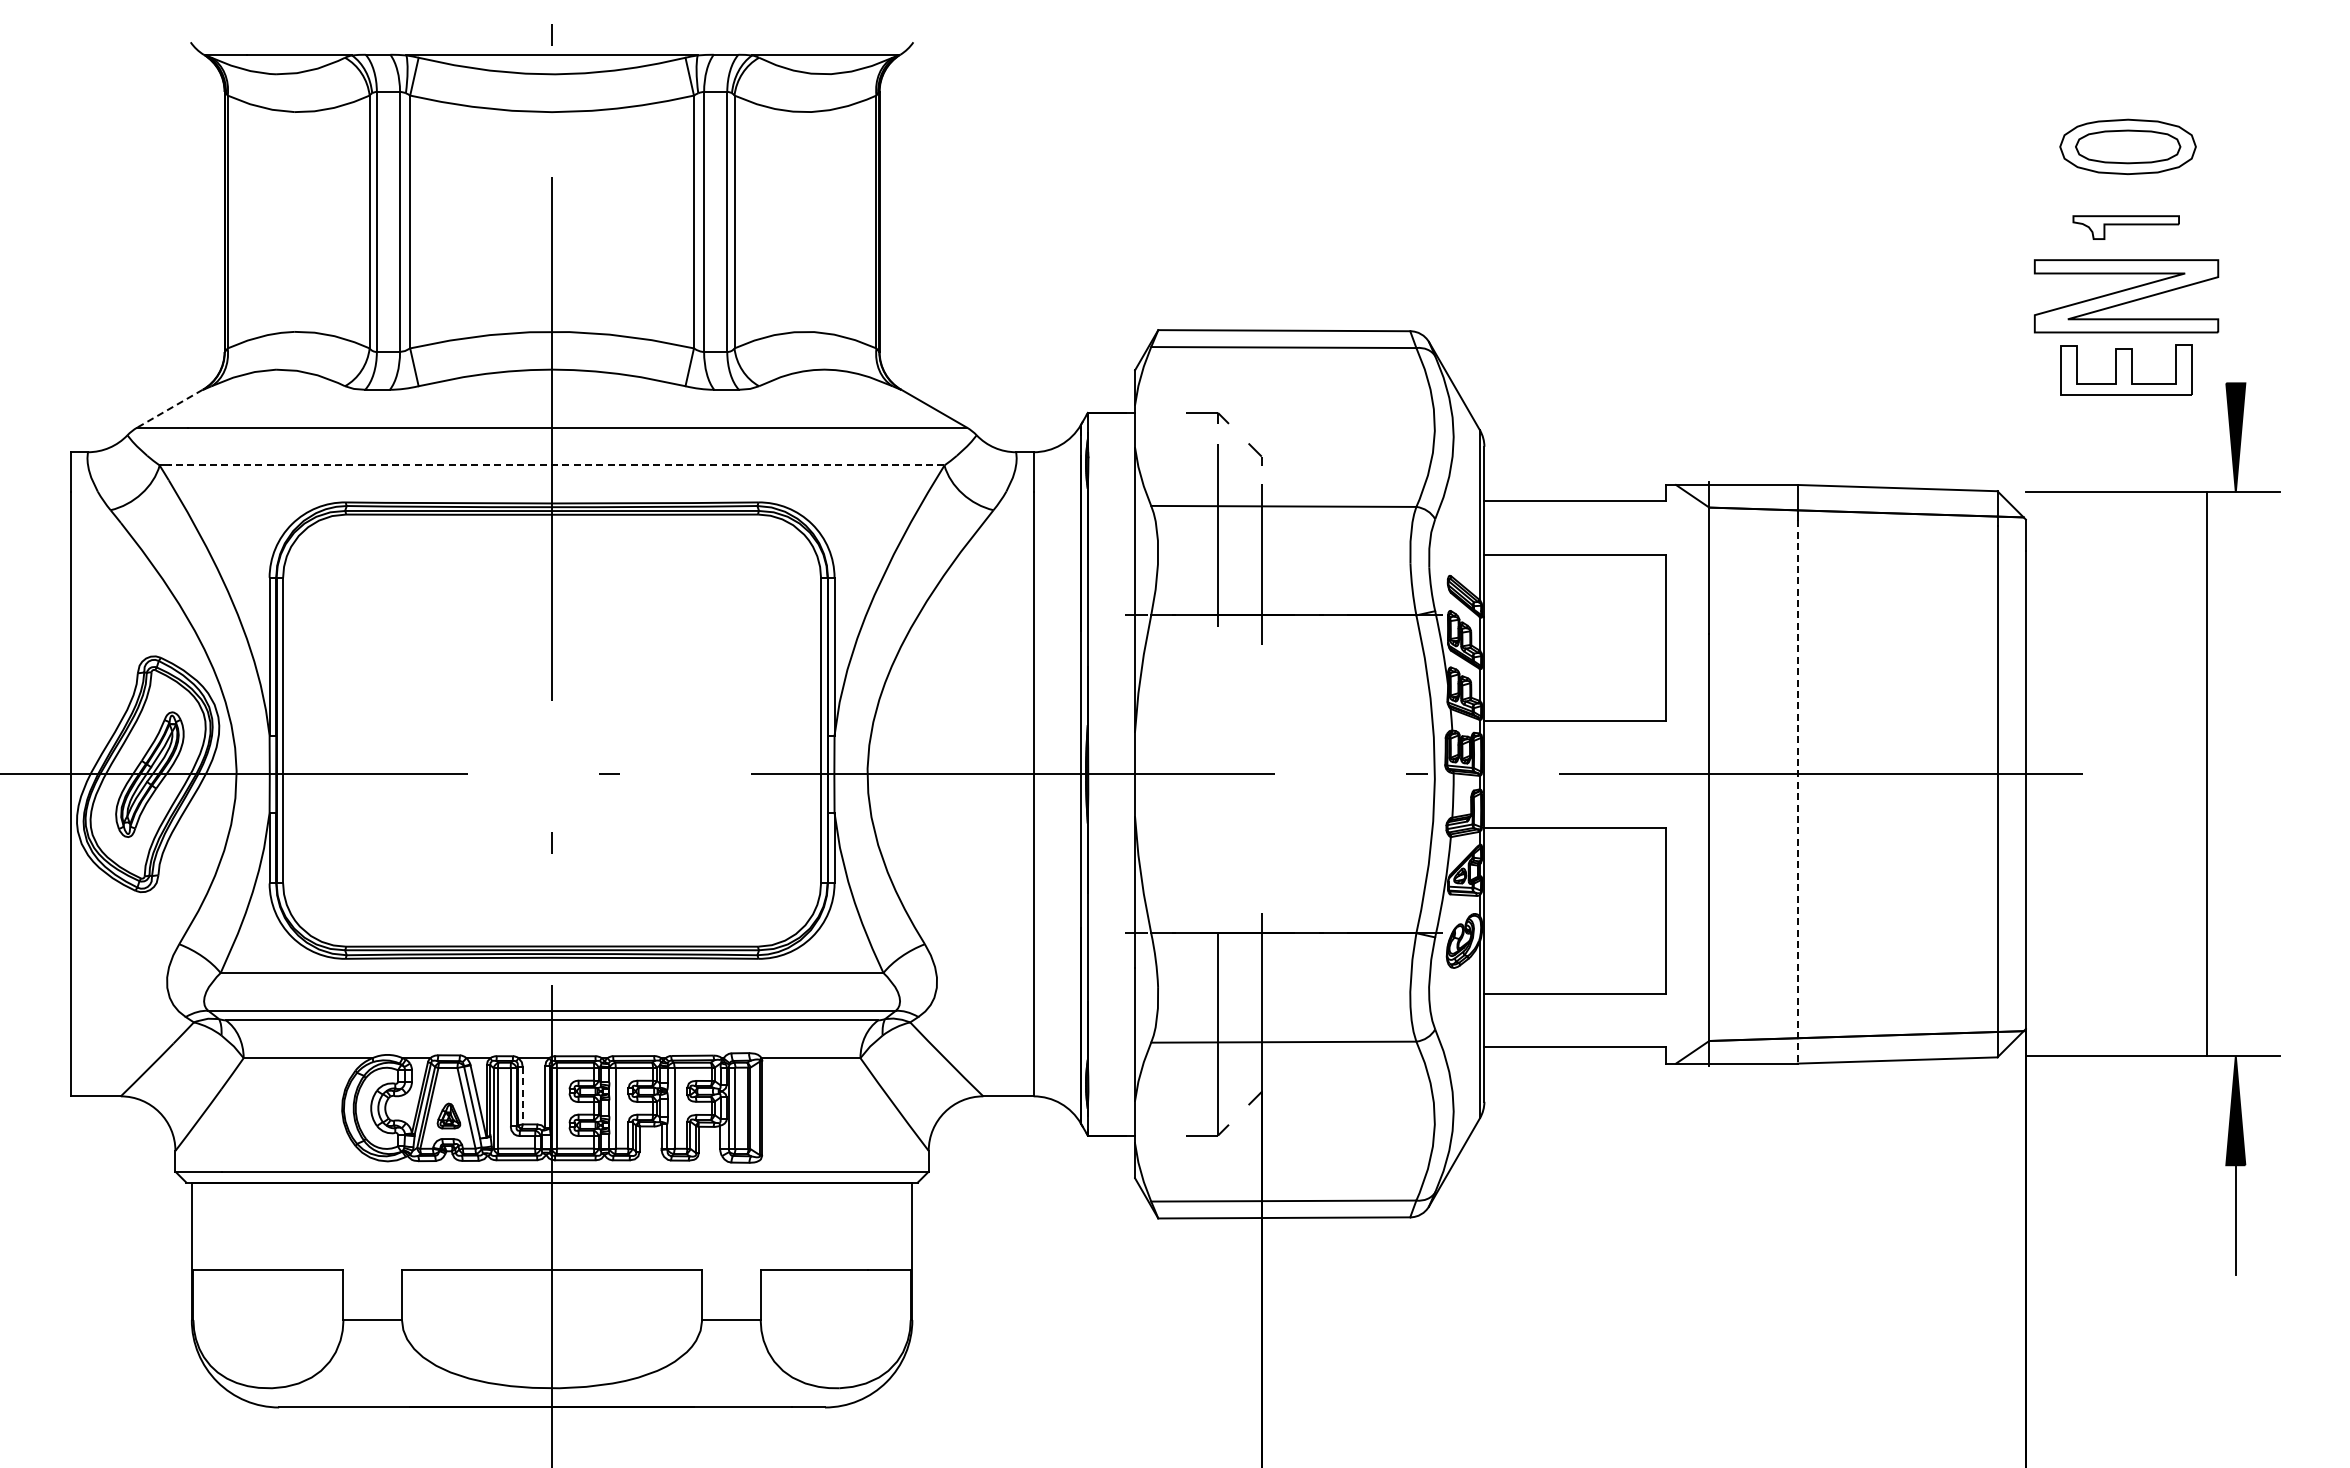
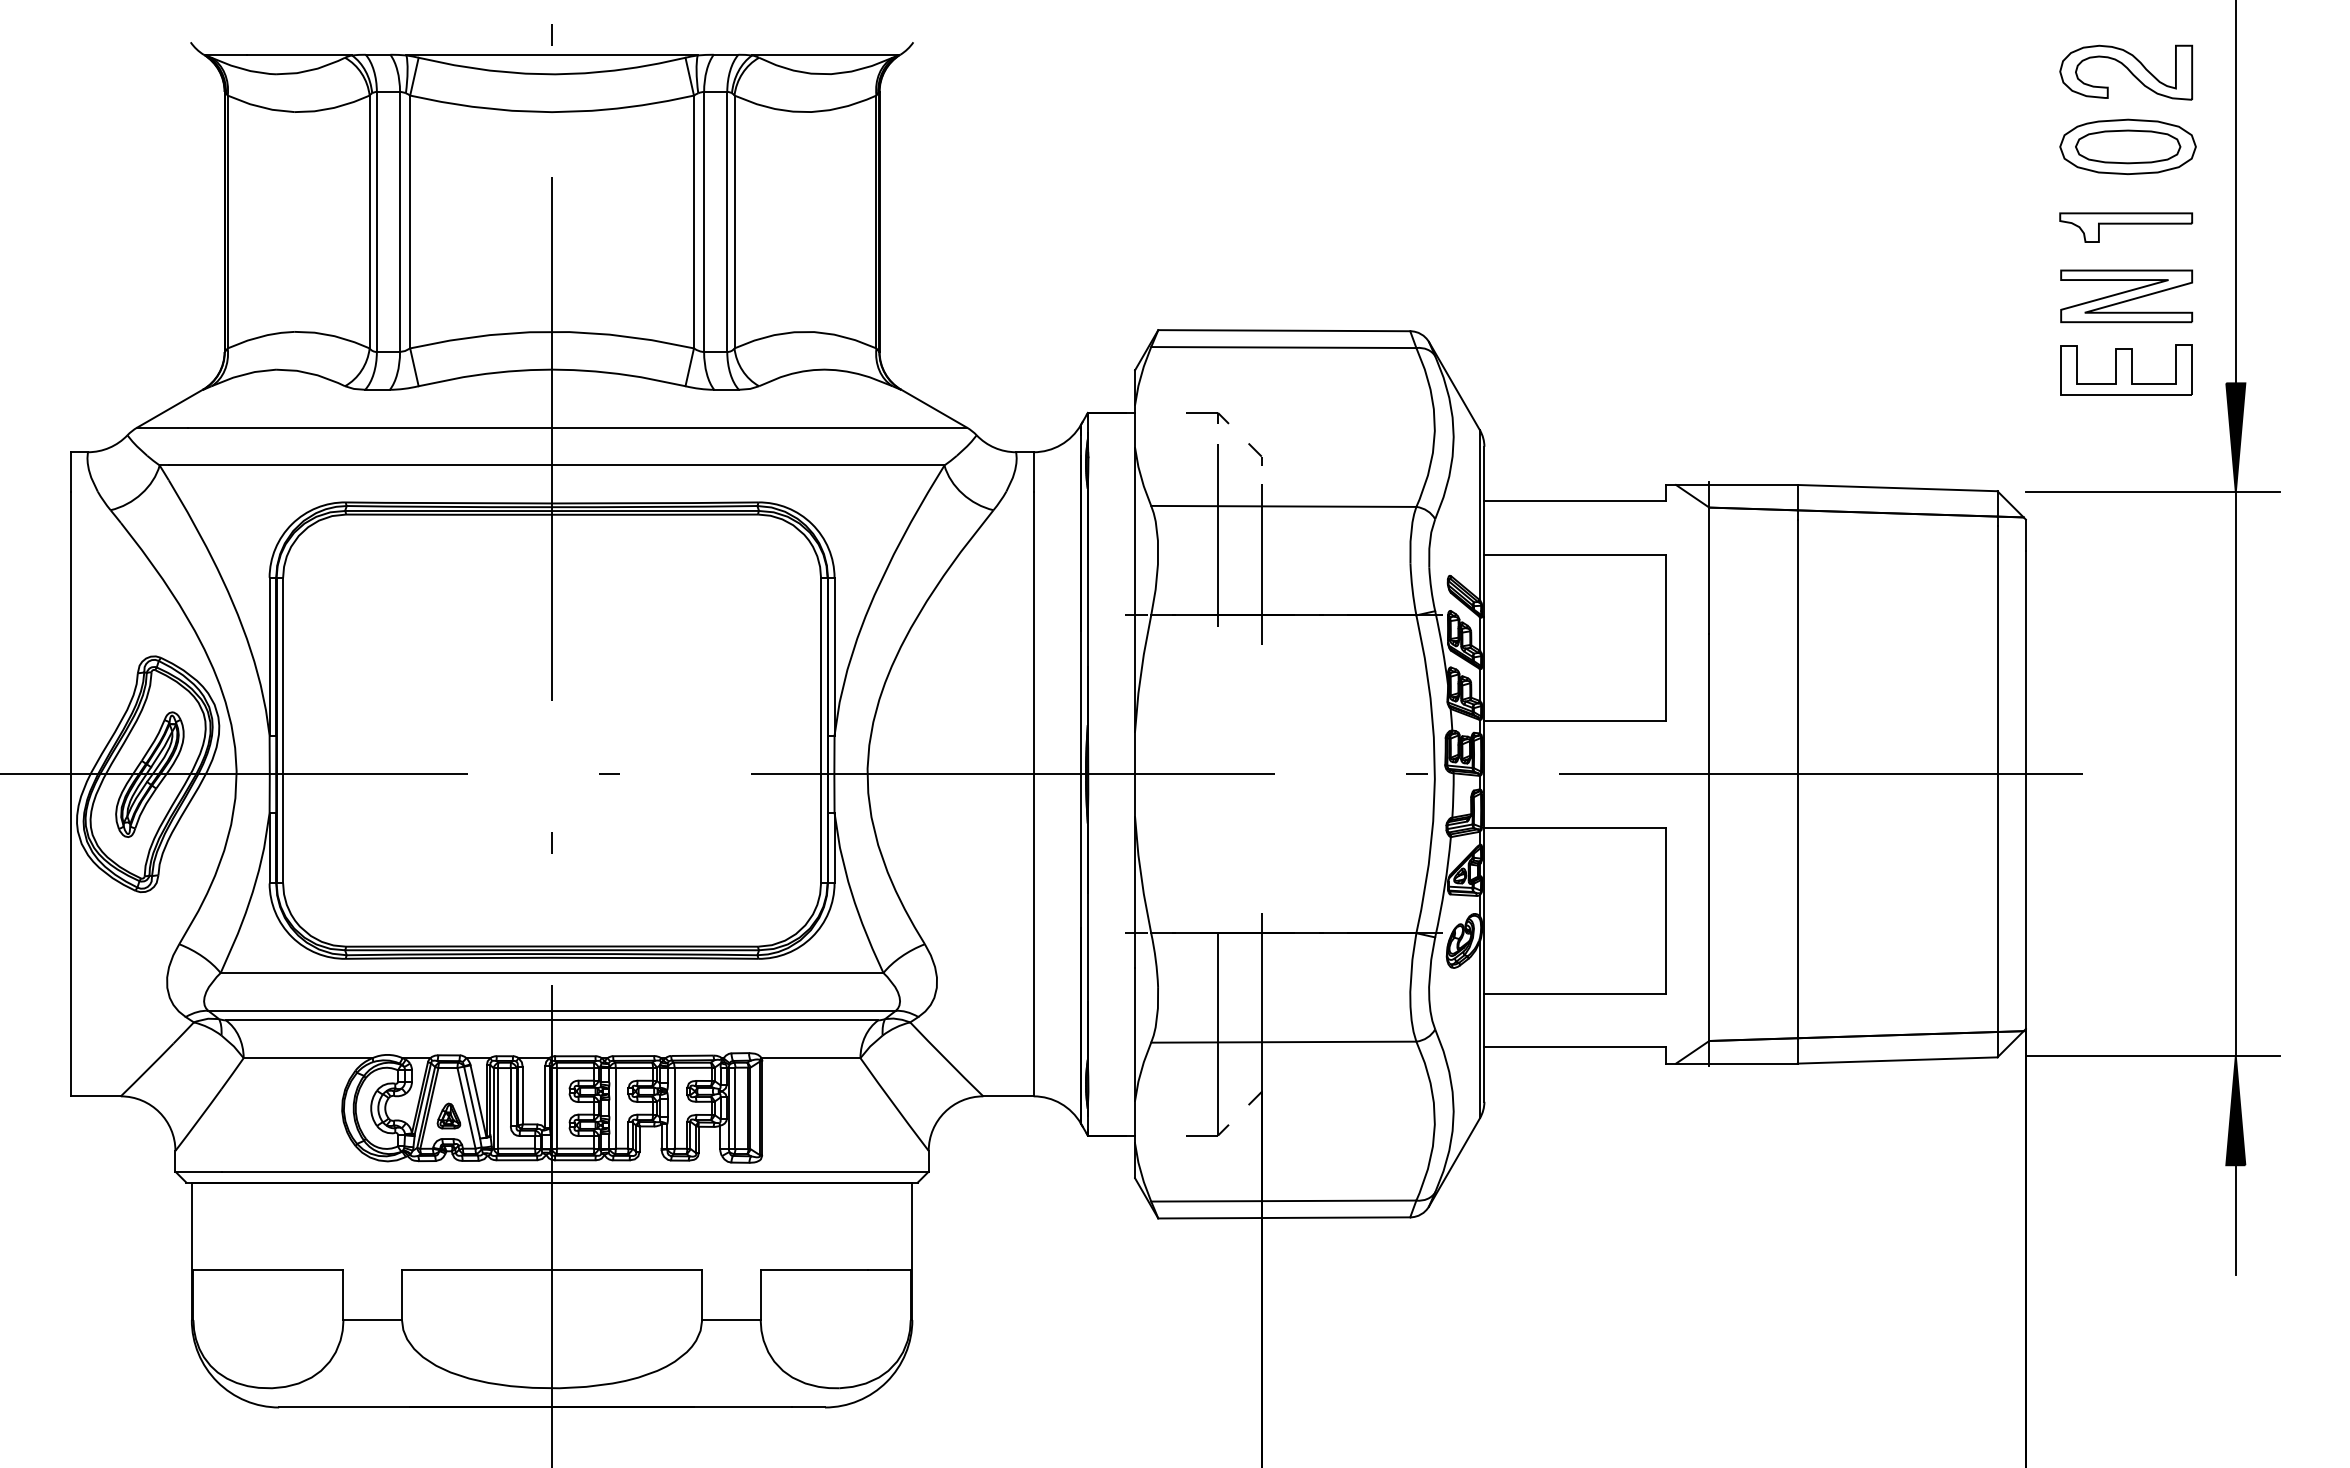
part at (2126, 72): none -> present
line at (2235, 192): none -> present
part at (2125, 227) size: 108x25 px -> 135x31 px
part at (2126, 296) size: 187x75 px -> 134x55 px
line at (169, 408): dashed -> solid
line at (556, 465): dashed -> solid
line at (2206, 774) position: (2206, 774) -> (2235, 774)
line at (1797, 792): dashed -> solid
line at (522, 1095): dashed -> solid
